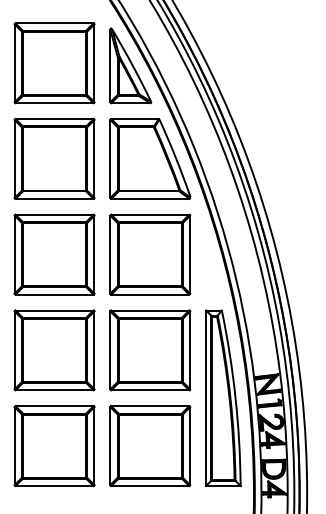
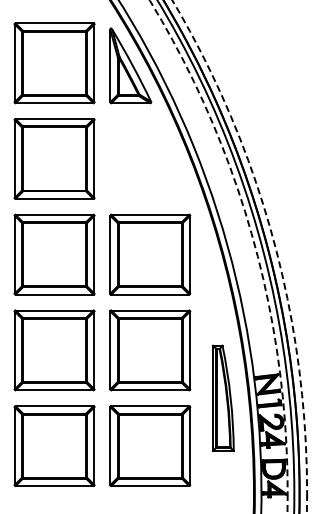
part at (150, 158): present -> none
circle at (218, 256): solid -> dashed
circle at (239, 256): solid -> dashed
part at (223, 398) size: 37x179 px -> 23x108 px
